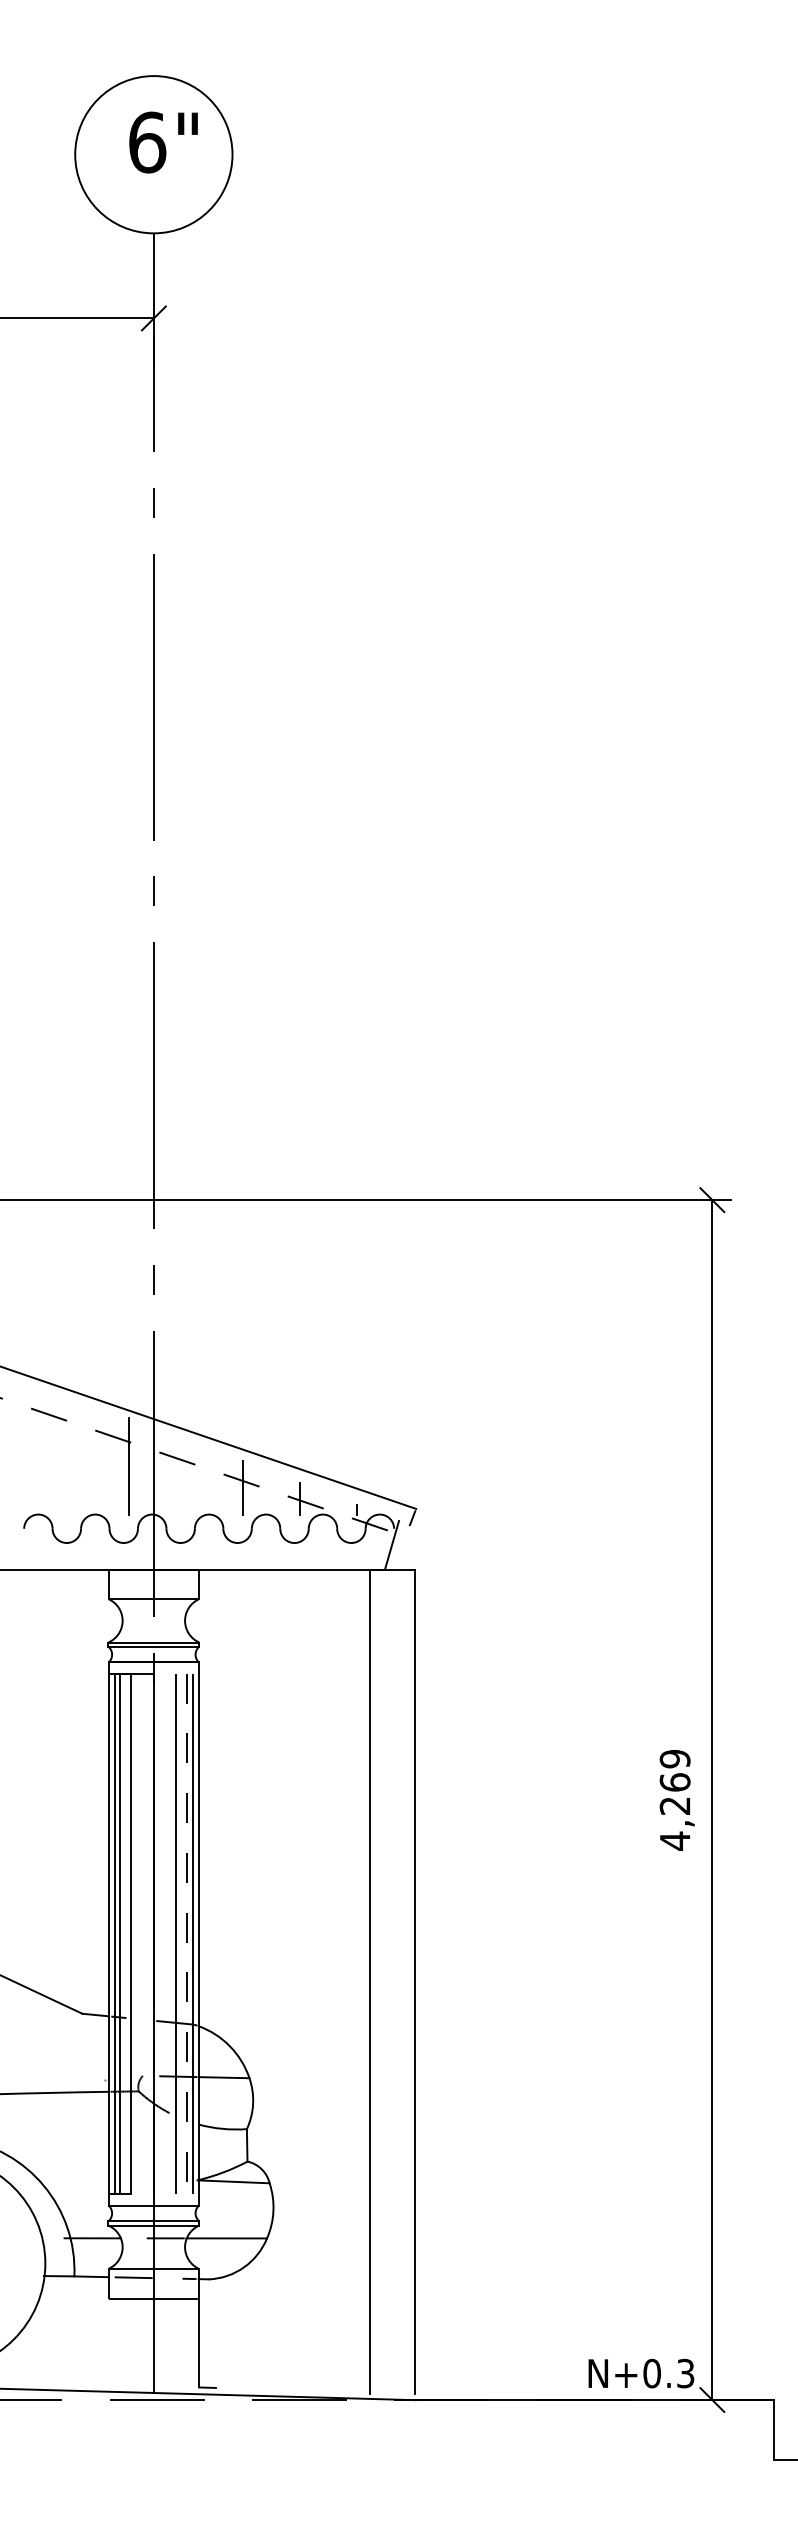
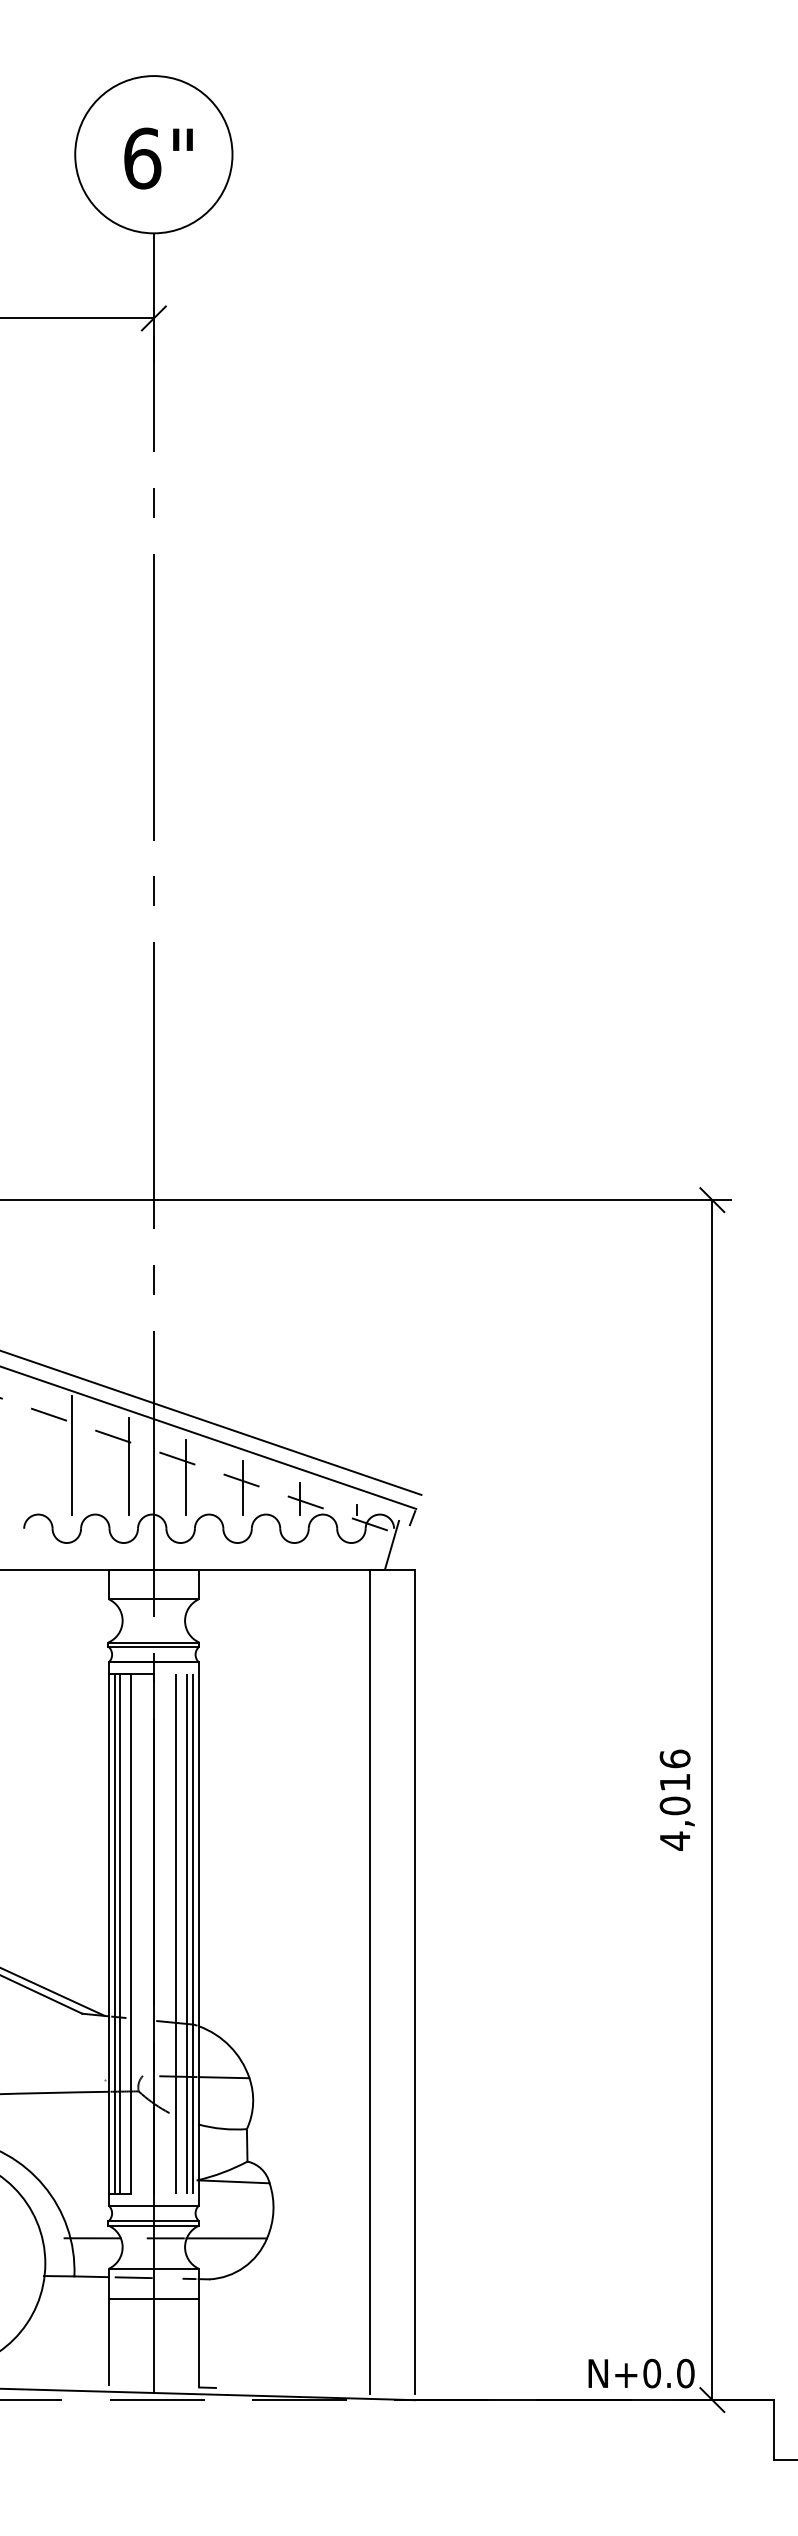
text at (163, 142) position: (163, 142) -> (158, 158)
line at (211, 1422): none -> present
line at (72, 1455): none -> present
line at (185, 1476): none -> present
text at (674, 1782): 4,269 -> 4,016
line at (187, 1934): dashed -> solid
line at (53, 1991): none -> present
line at (109, 2341): none -> present
text at (685, 2373): N+0.3 -> N+0.0
